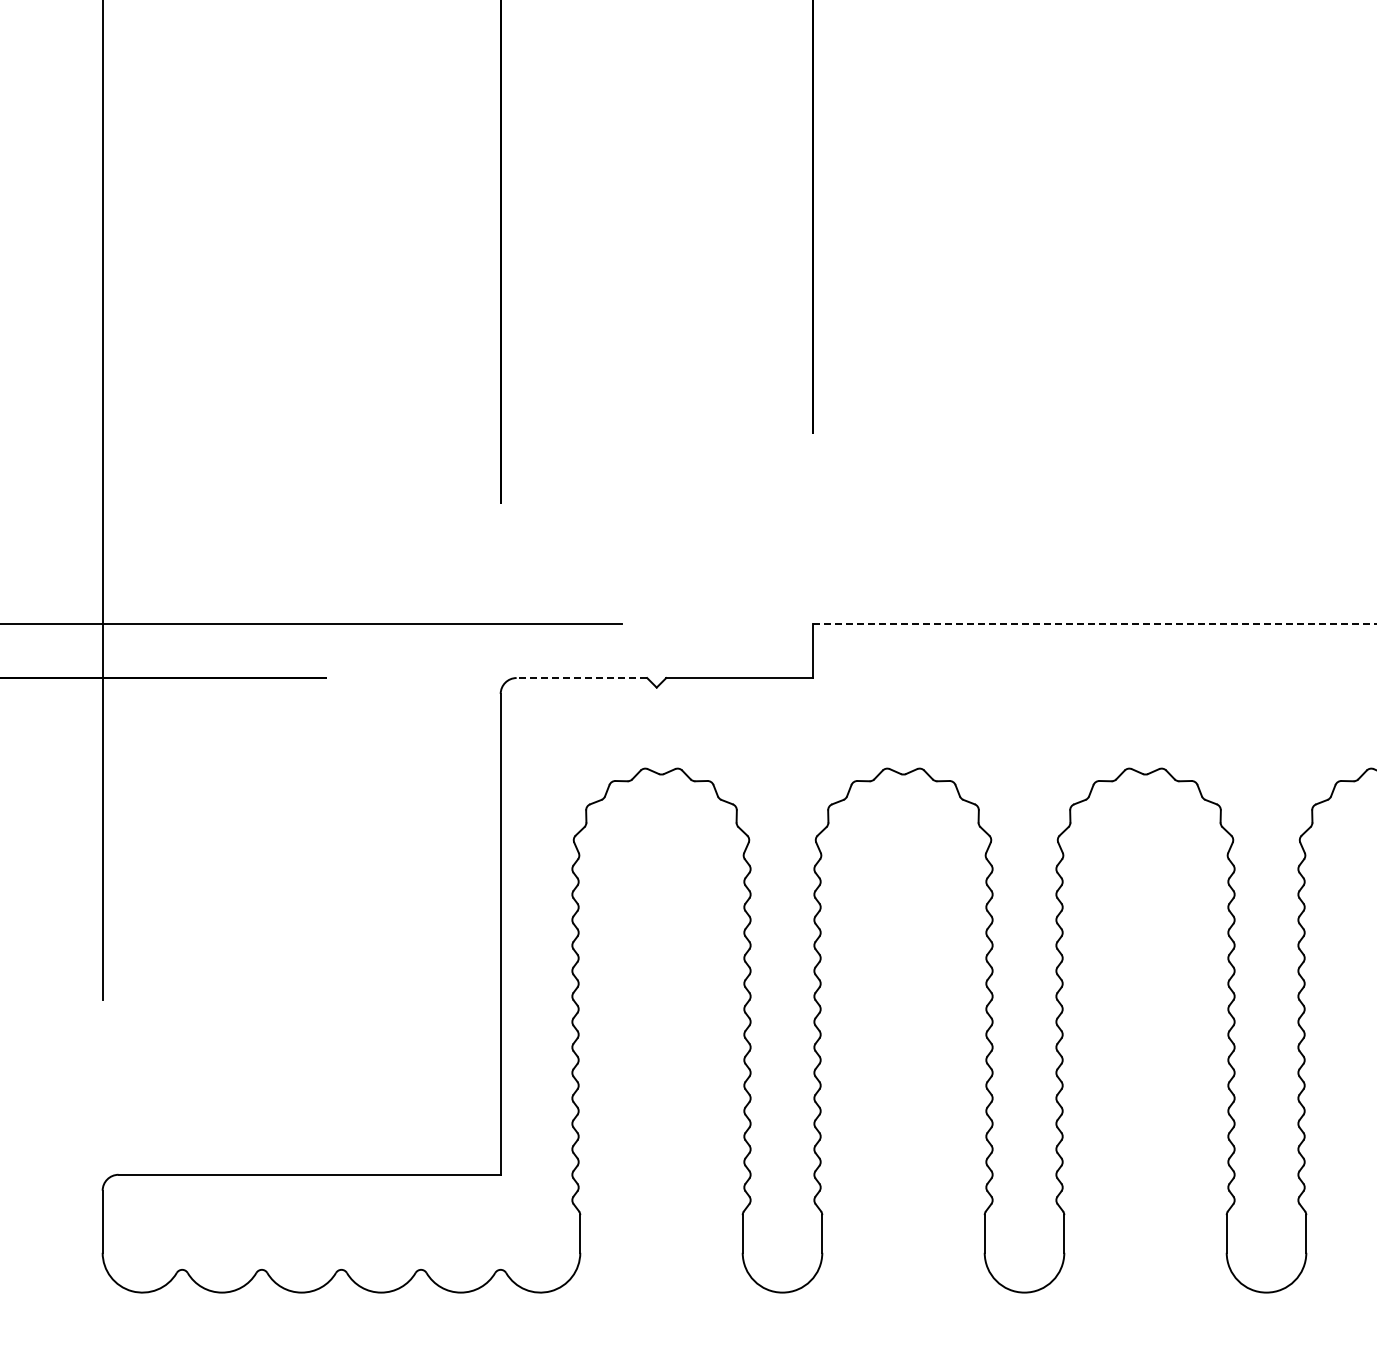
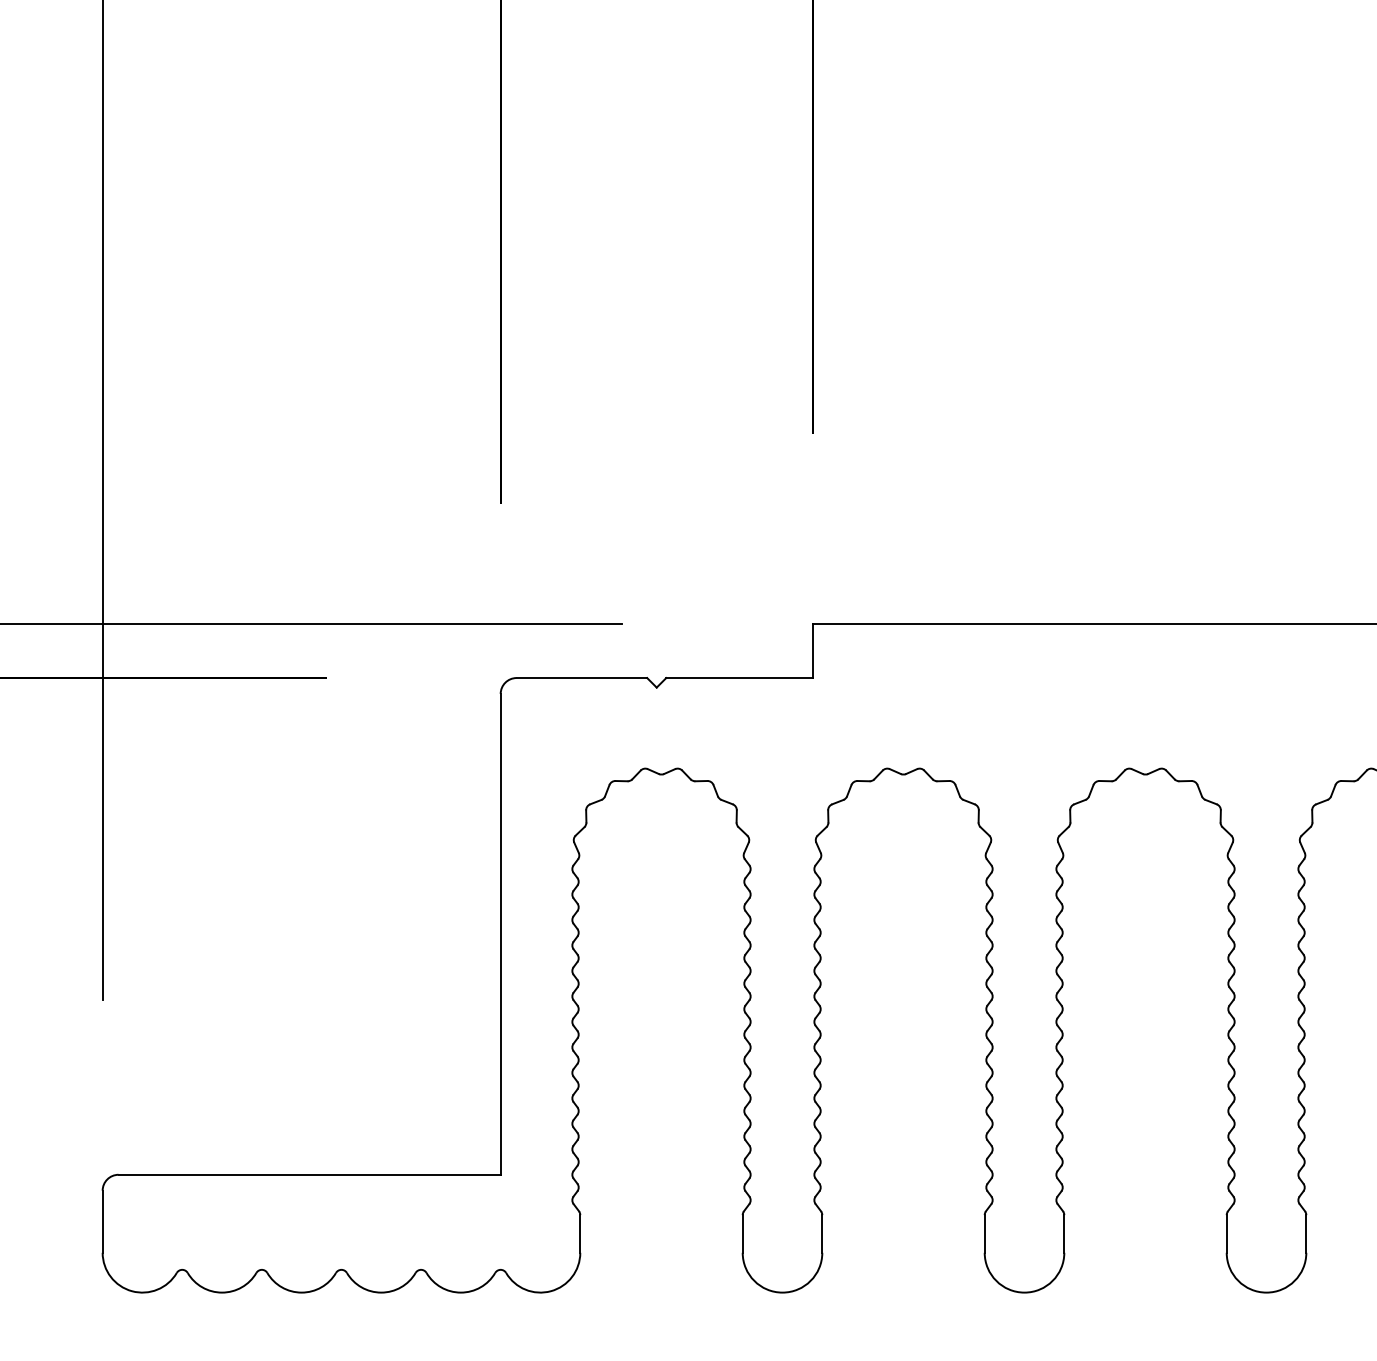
line at (1094, 623): dashed -> solid
line at (581, 678): dashed -> solid
